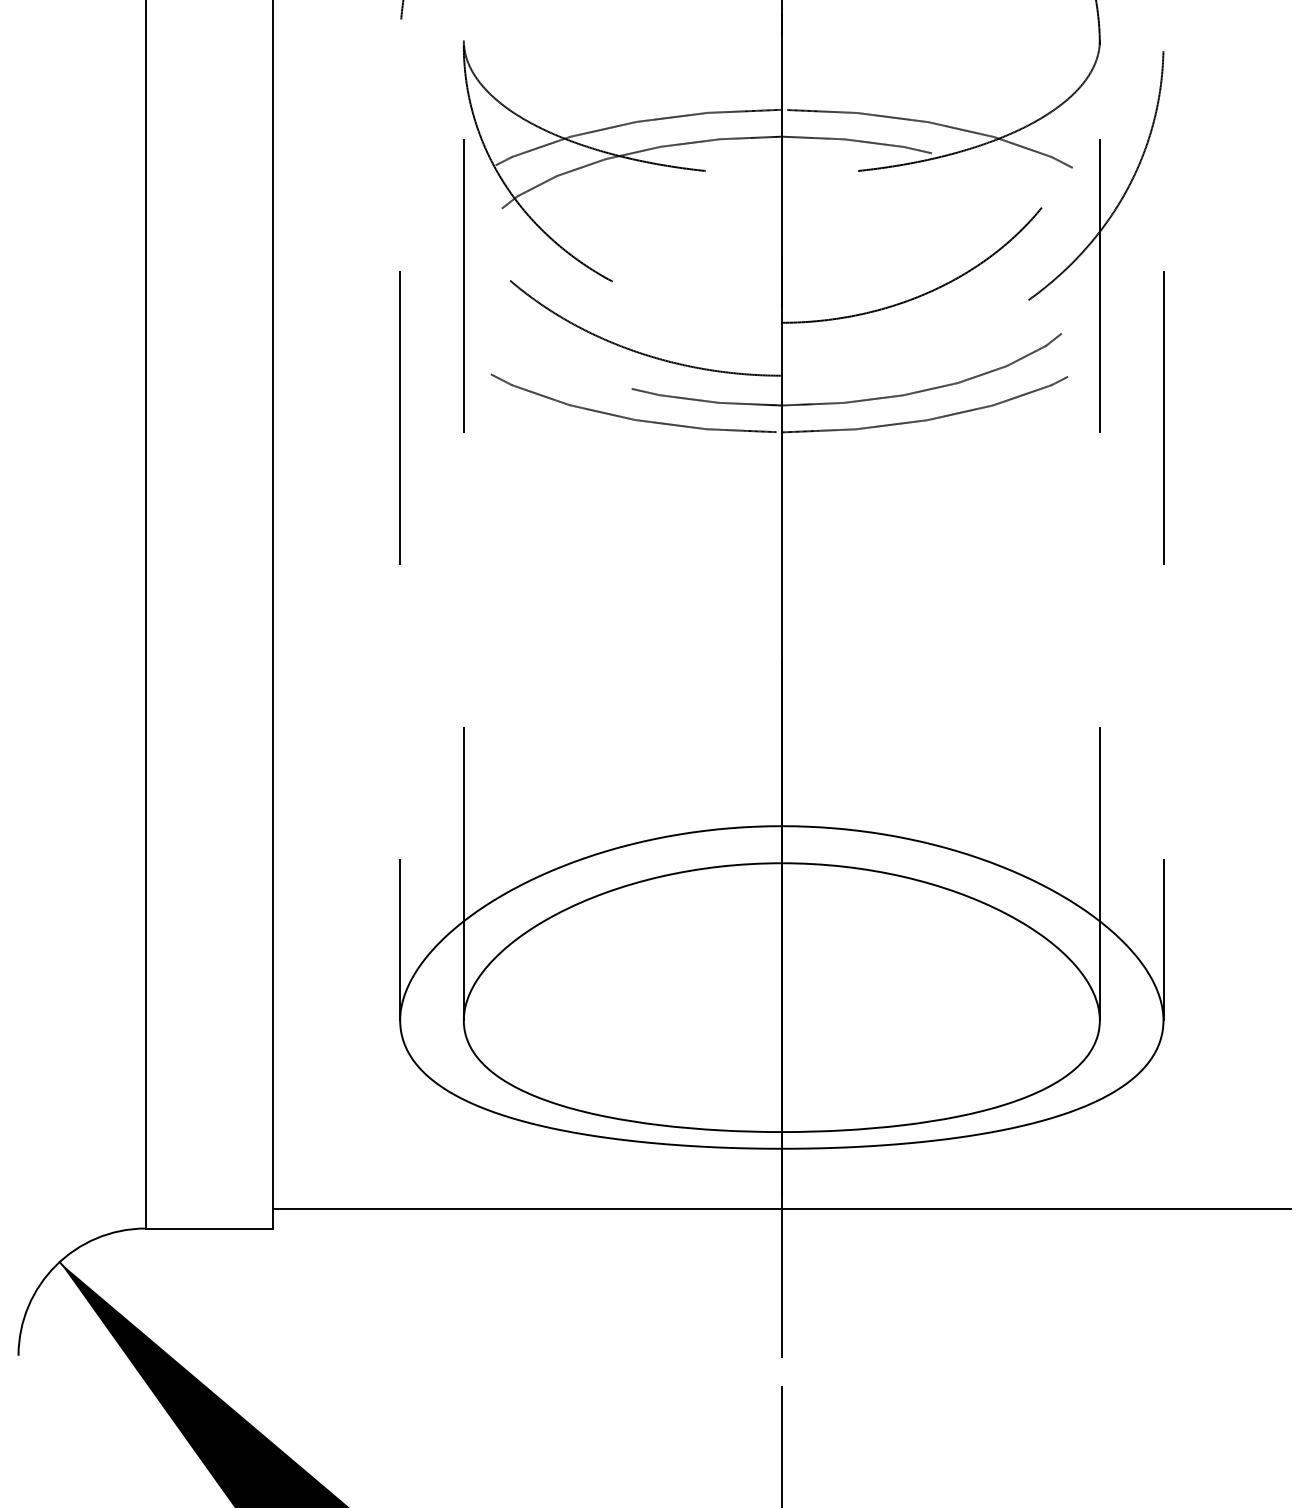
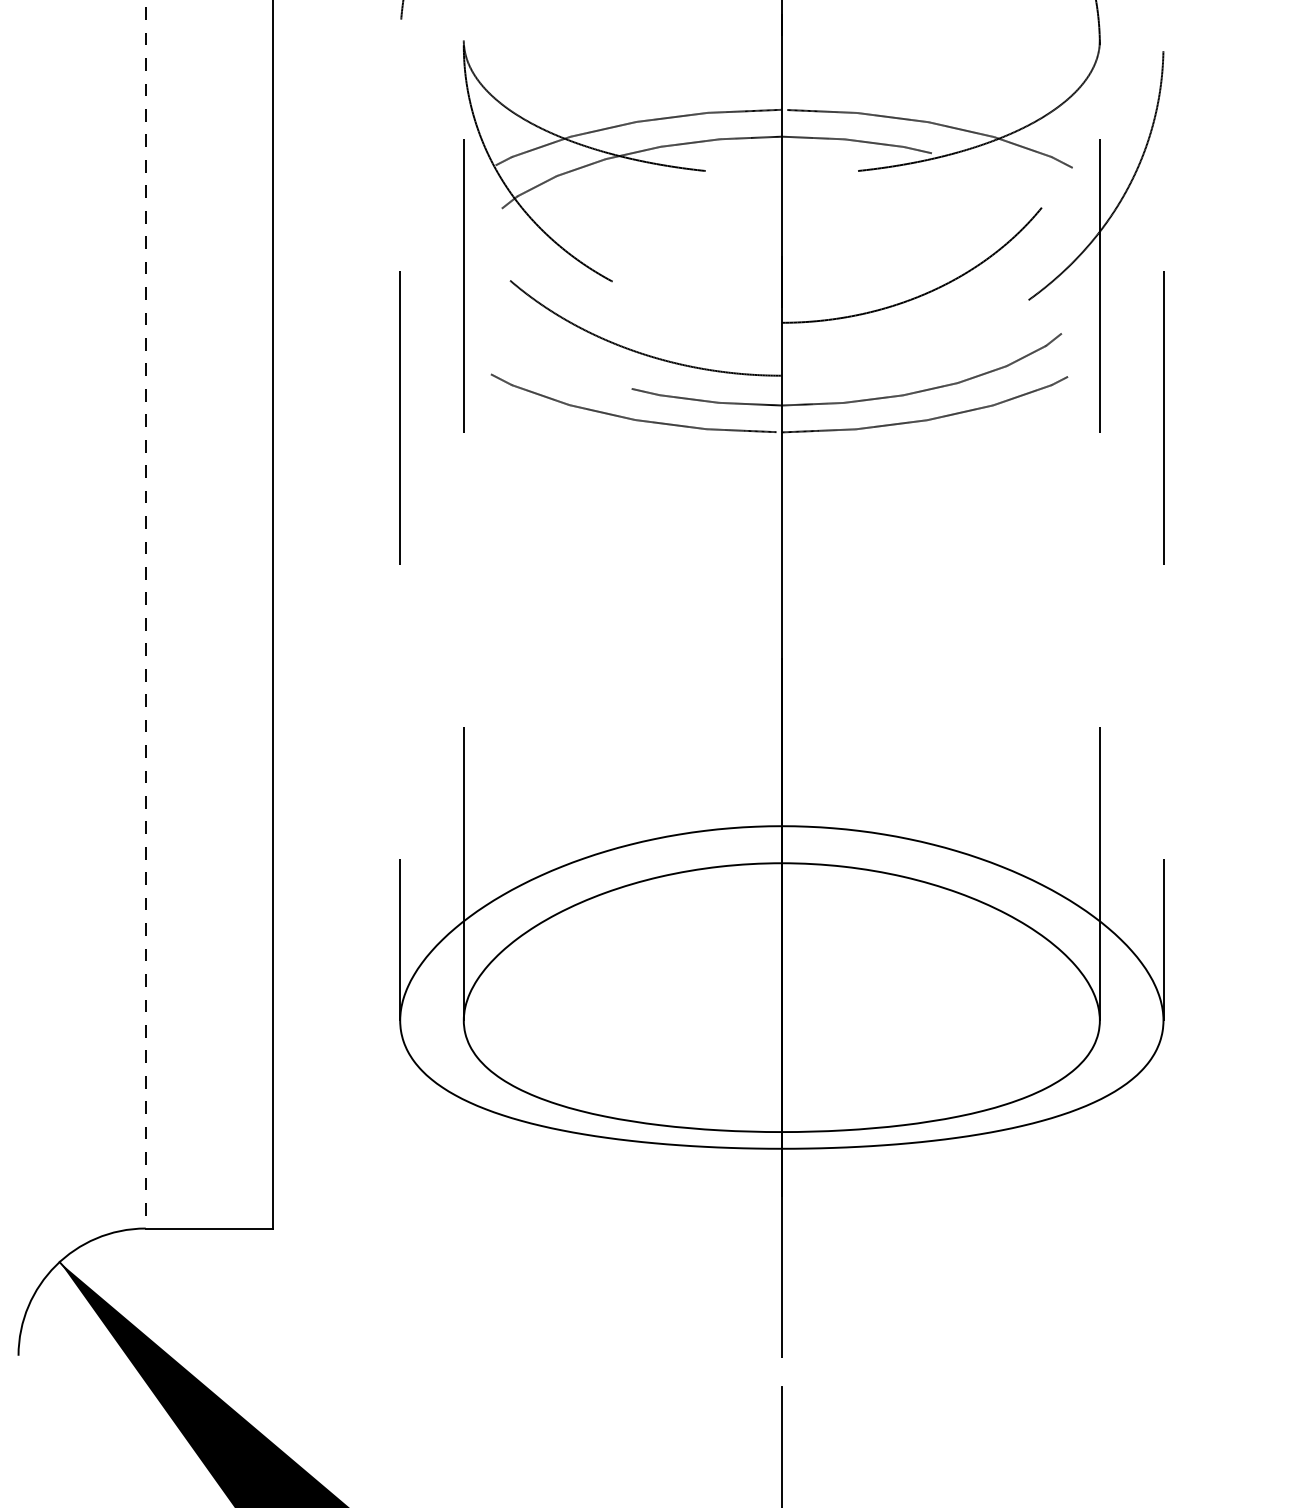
line at (145, 614): solid -> dashed
line at (781, 1209): present -> none
